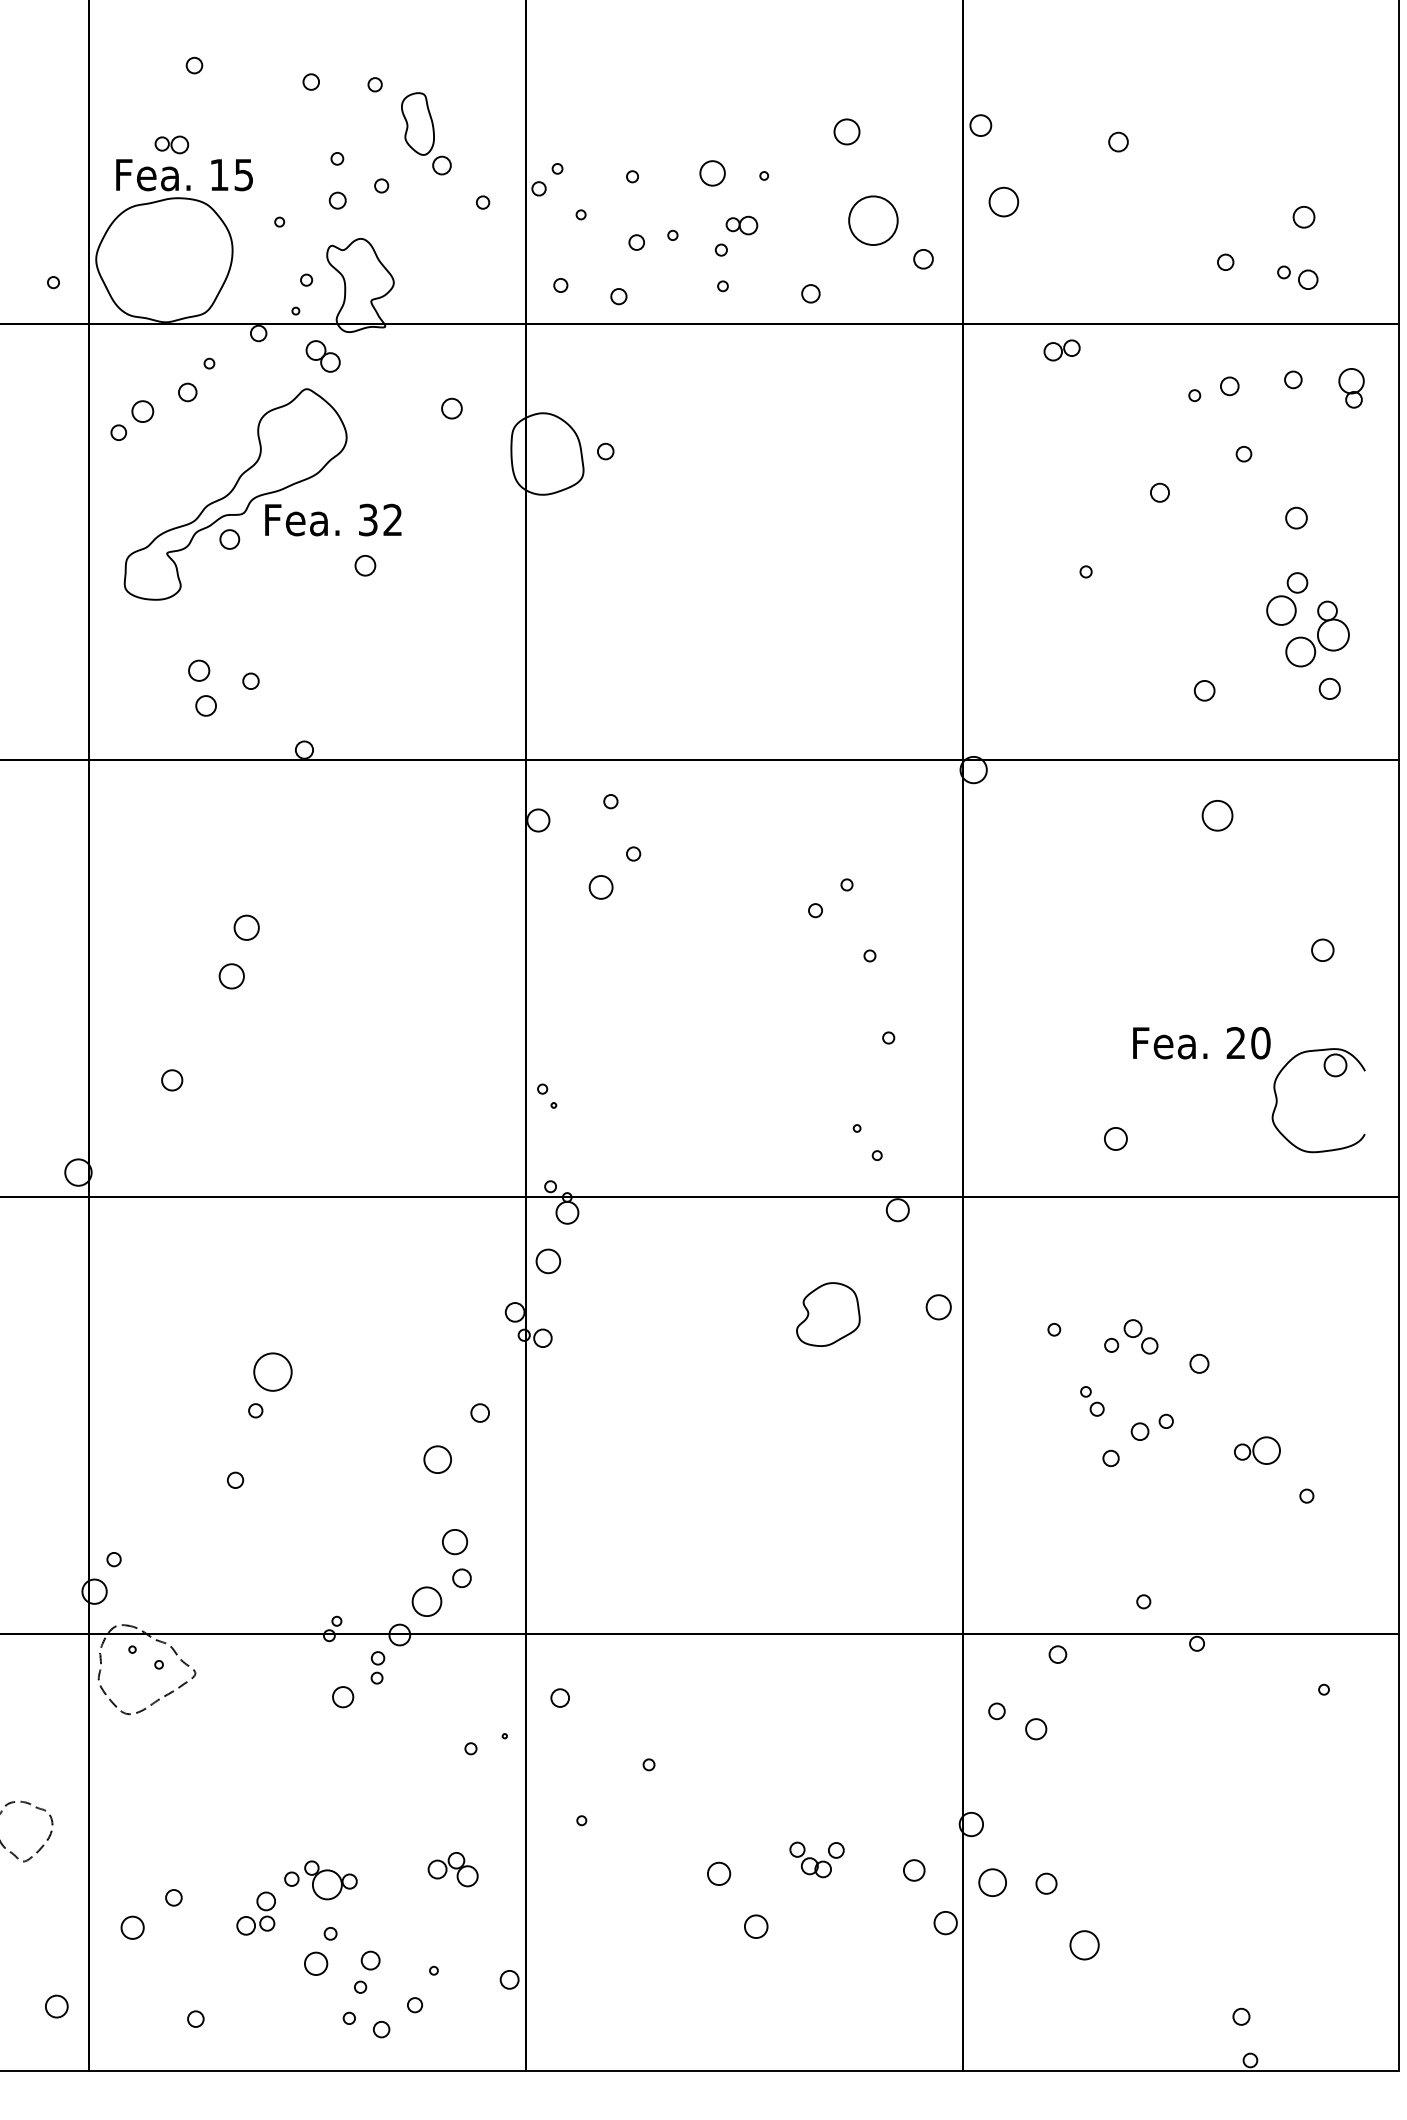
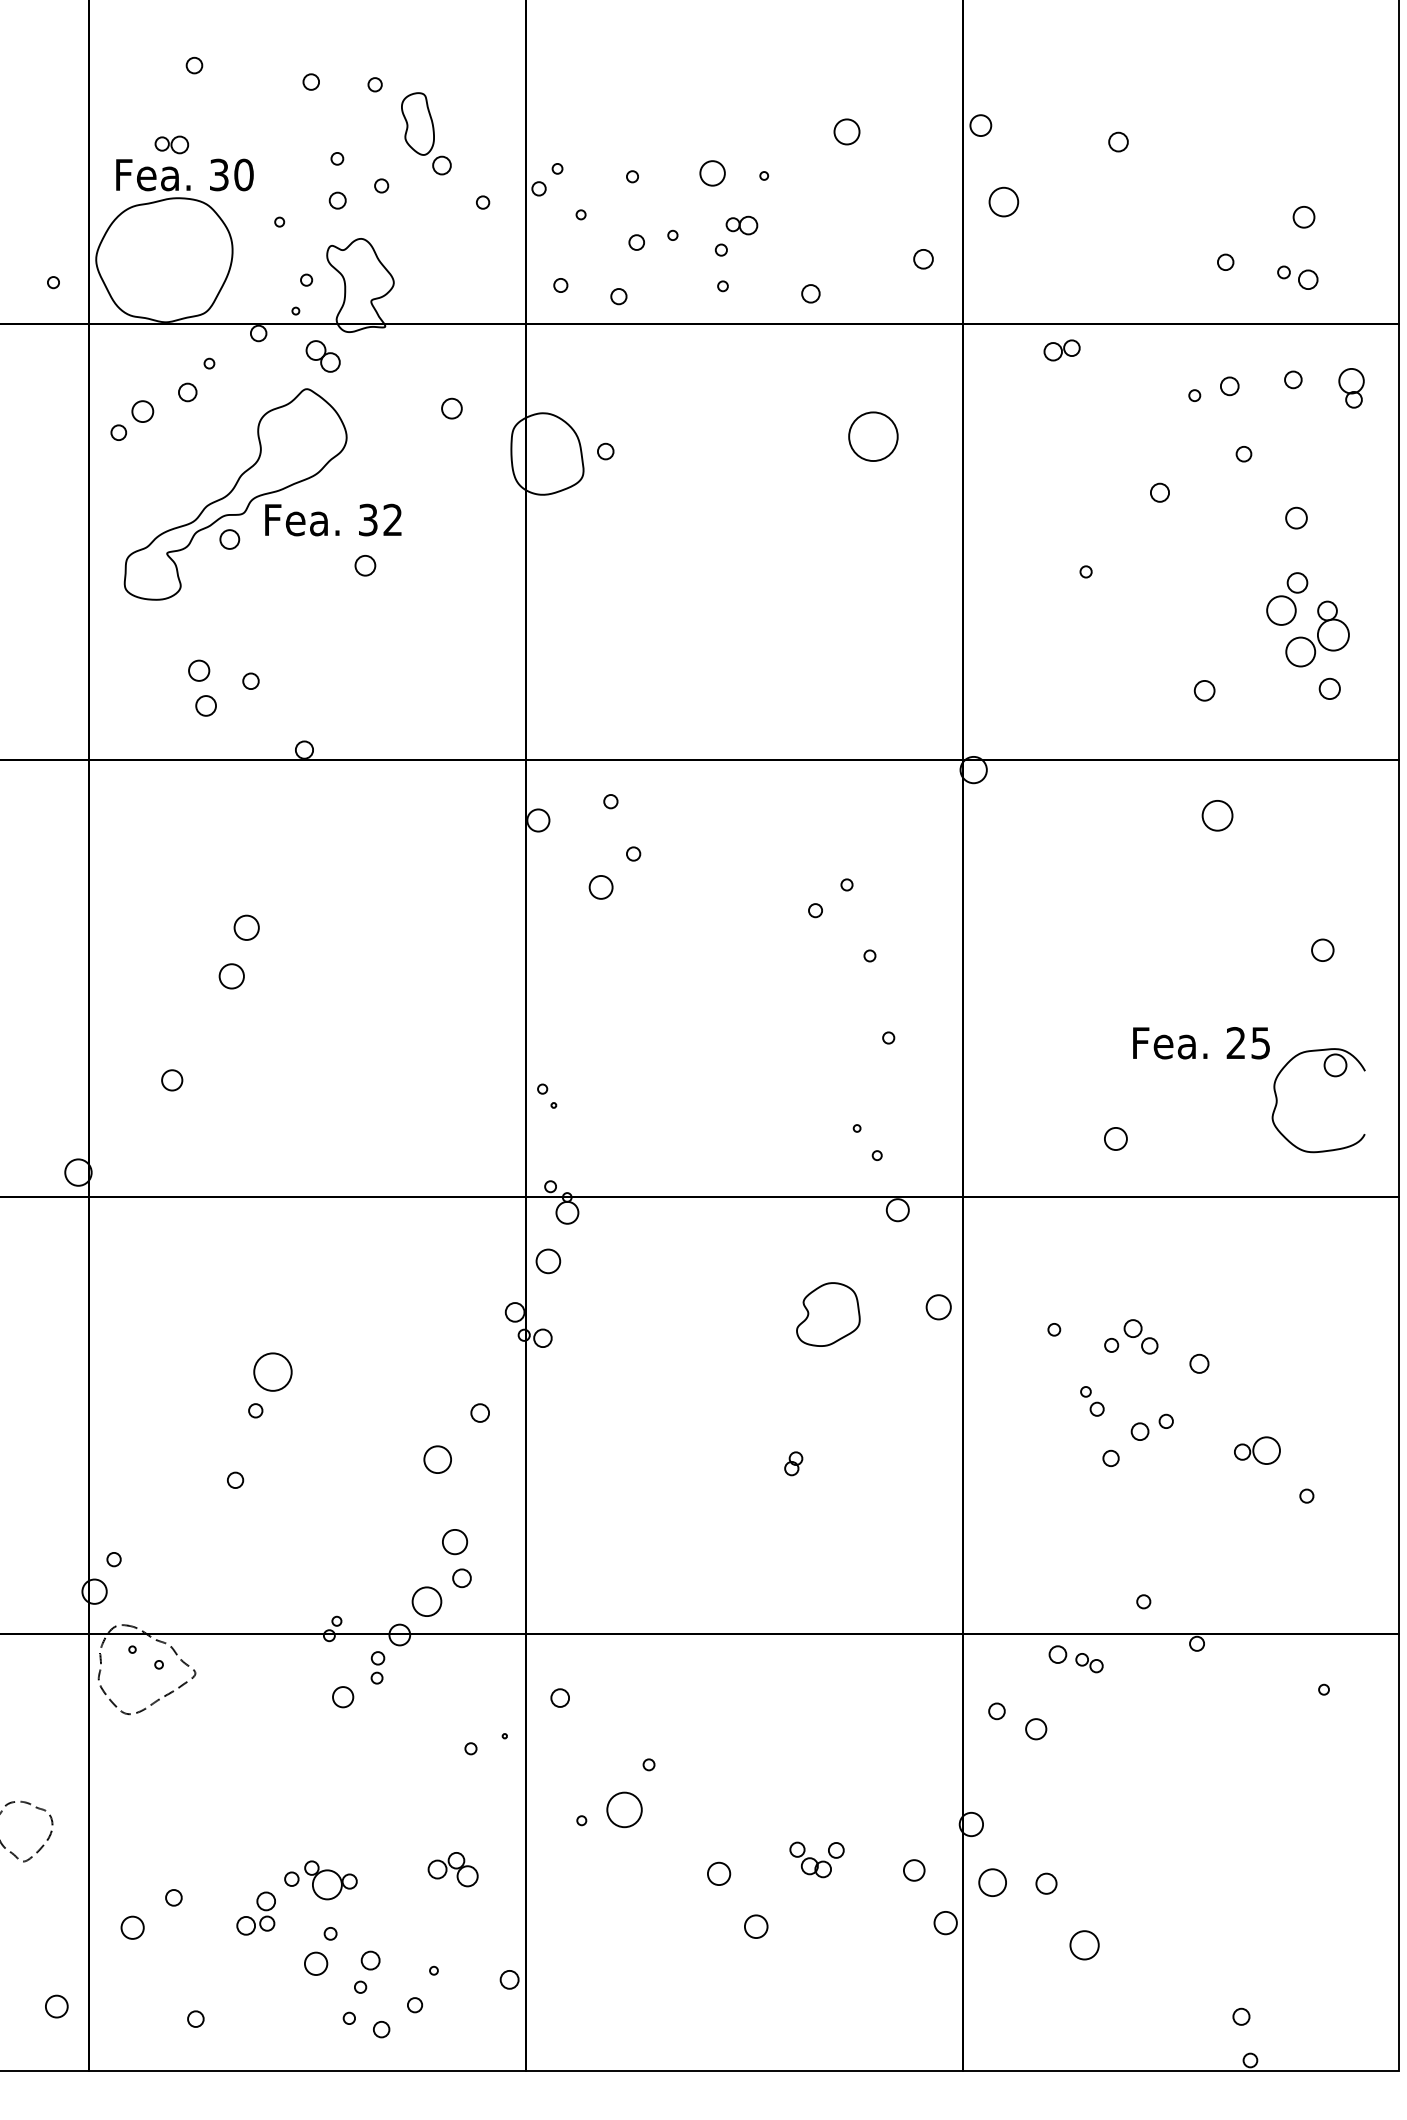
text at (231, 174): 15 -> 30
circle at (873, 220) position: (873, 220) -> (873, 436)
text at (1260, 1043): 20 -> 25
part at (793, 1463): none -> present
part at (1089, 1663): none -> present
circle at (624, 1809): none -> present
